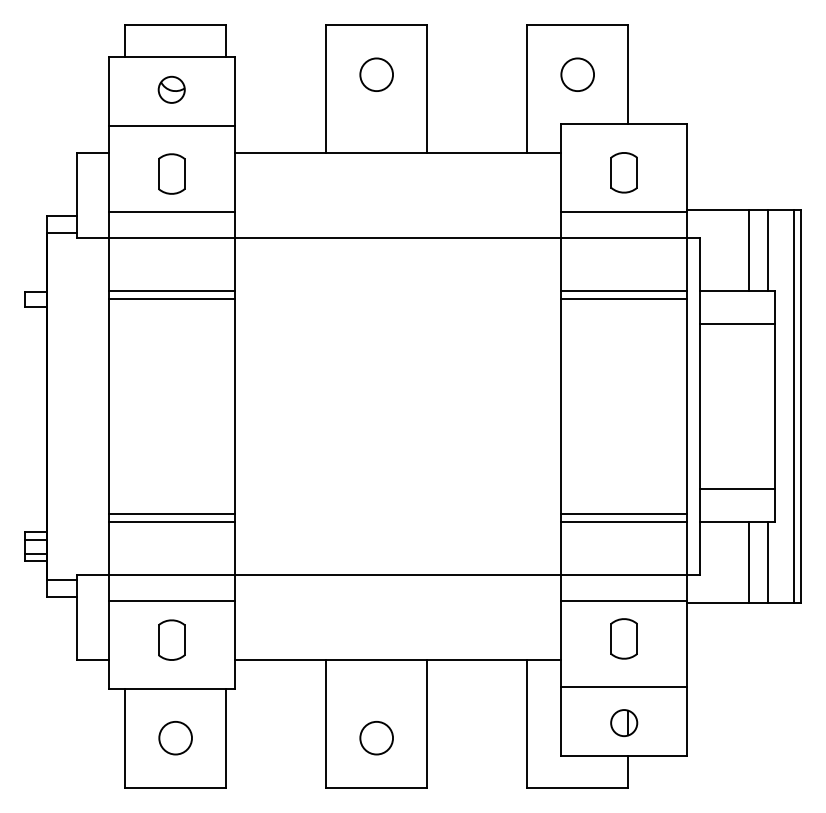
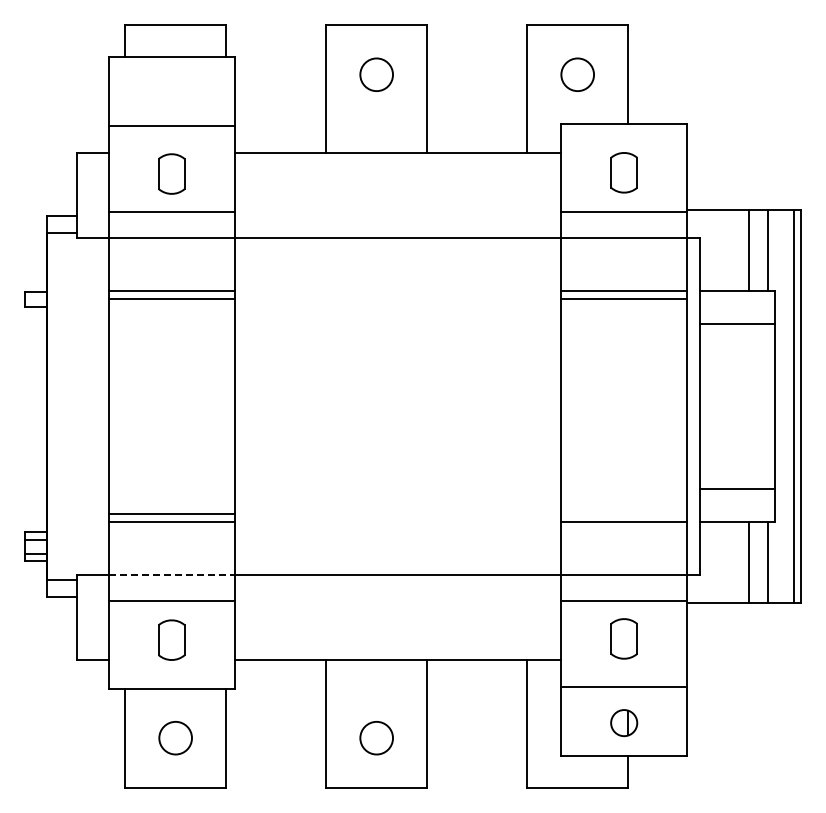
part at (171, 89): present -> none
line at (624, 514): present -> none
line at (171, 575): solid -> dashed
